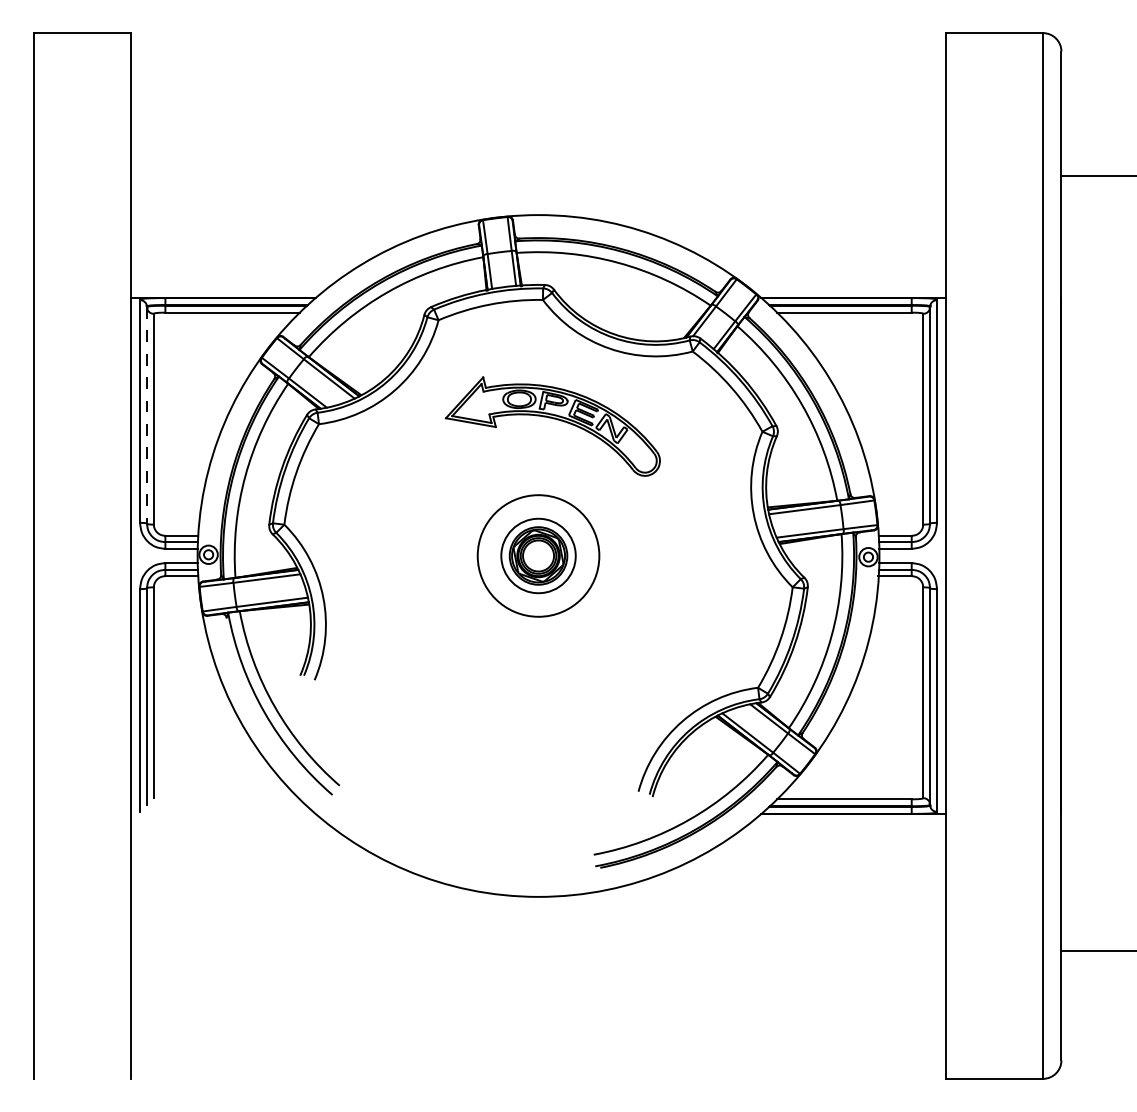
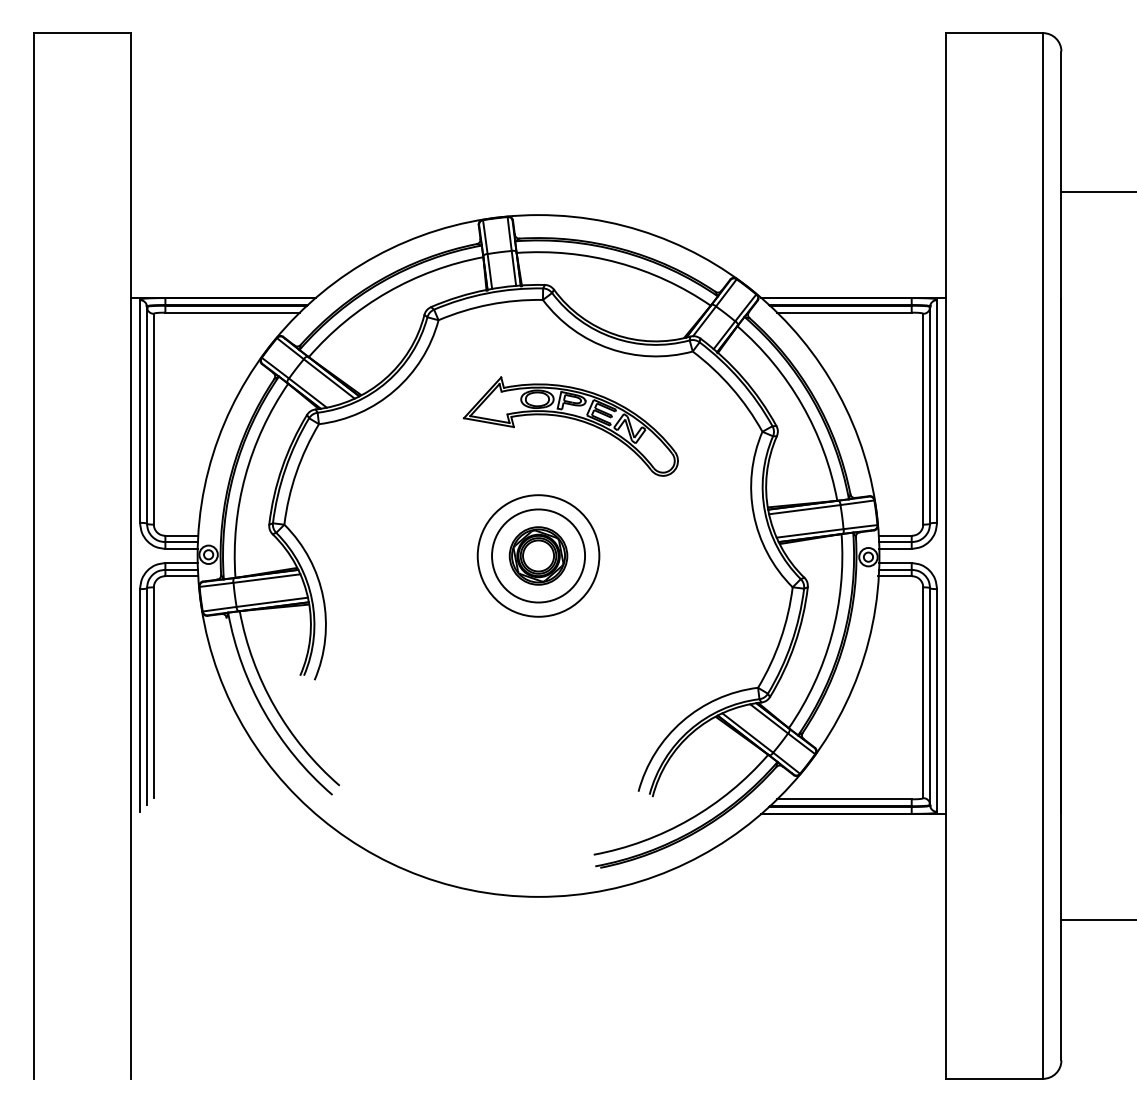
line at (1097, 176) position: (1097, 176) -> (1097, 192)
line at (146, 415): dashed -> solid
part at (553, 419) position: (553, 419) -> (571, 419)
circle at (538, 555) diameter: 74 px -> 93 px
line at (1097, 950) position: (1097, 950) -> (1097, 919)
